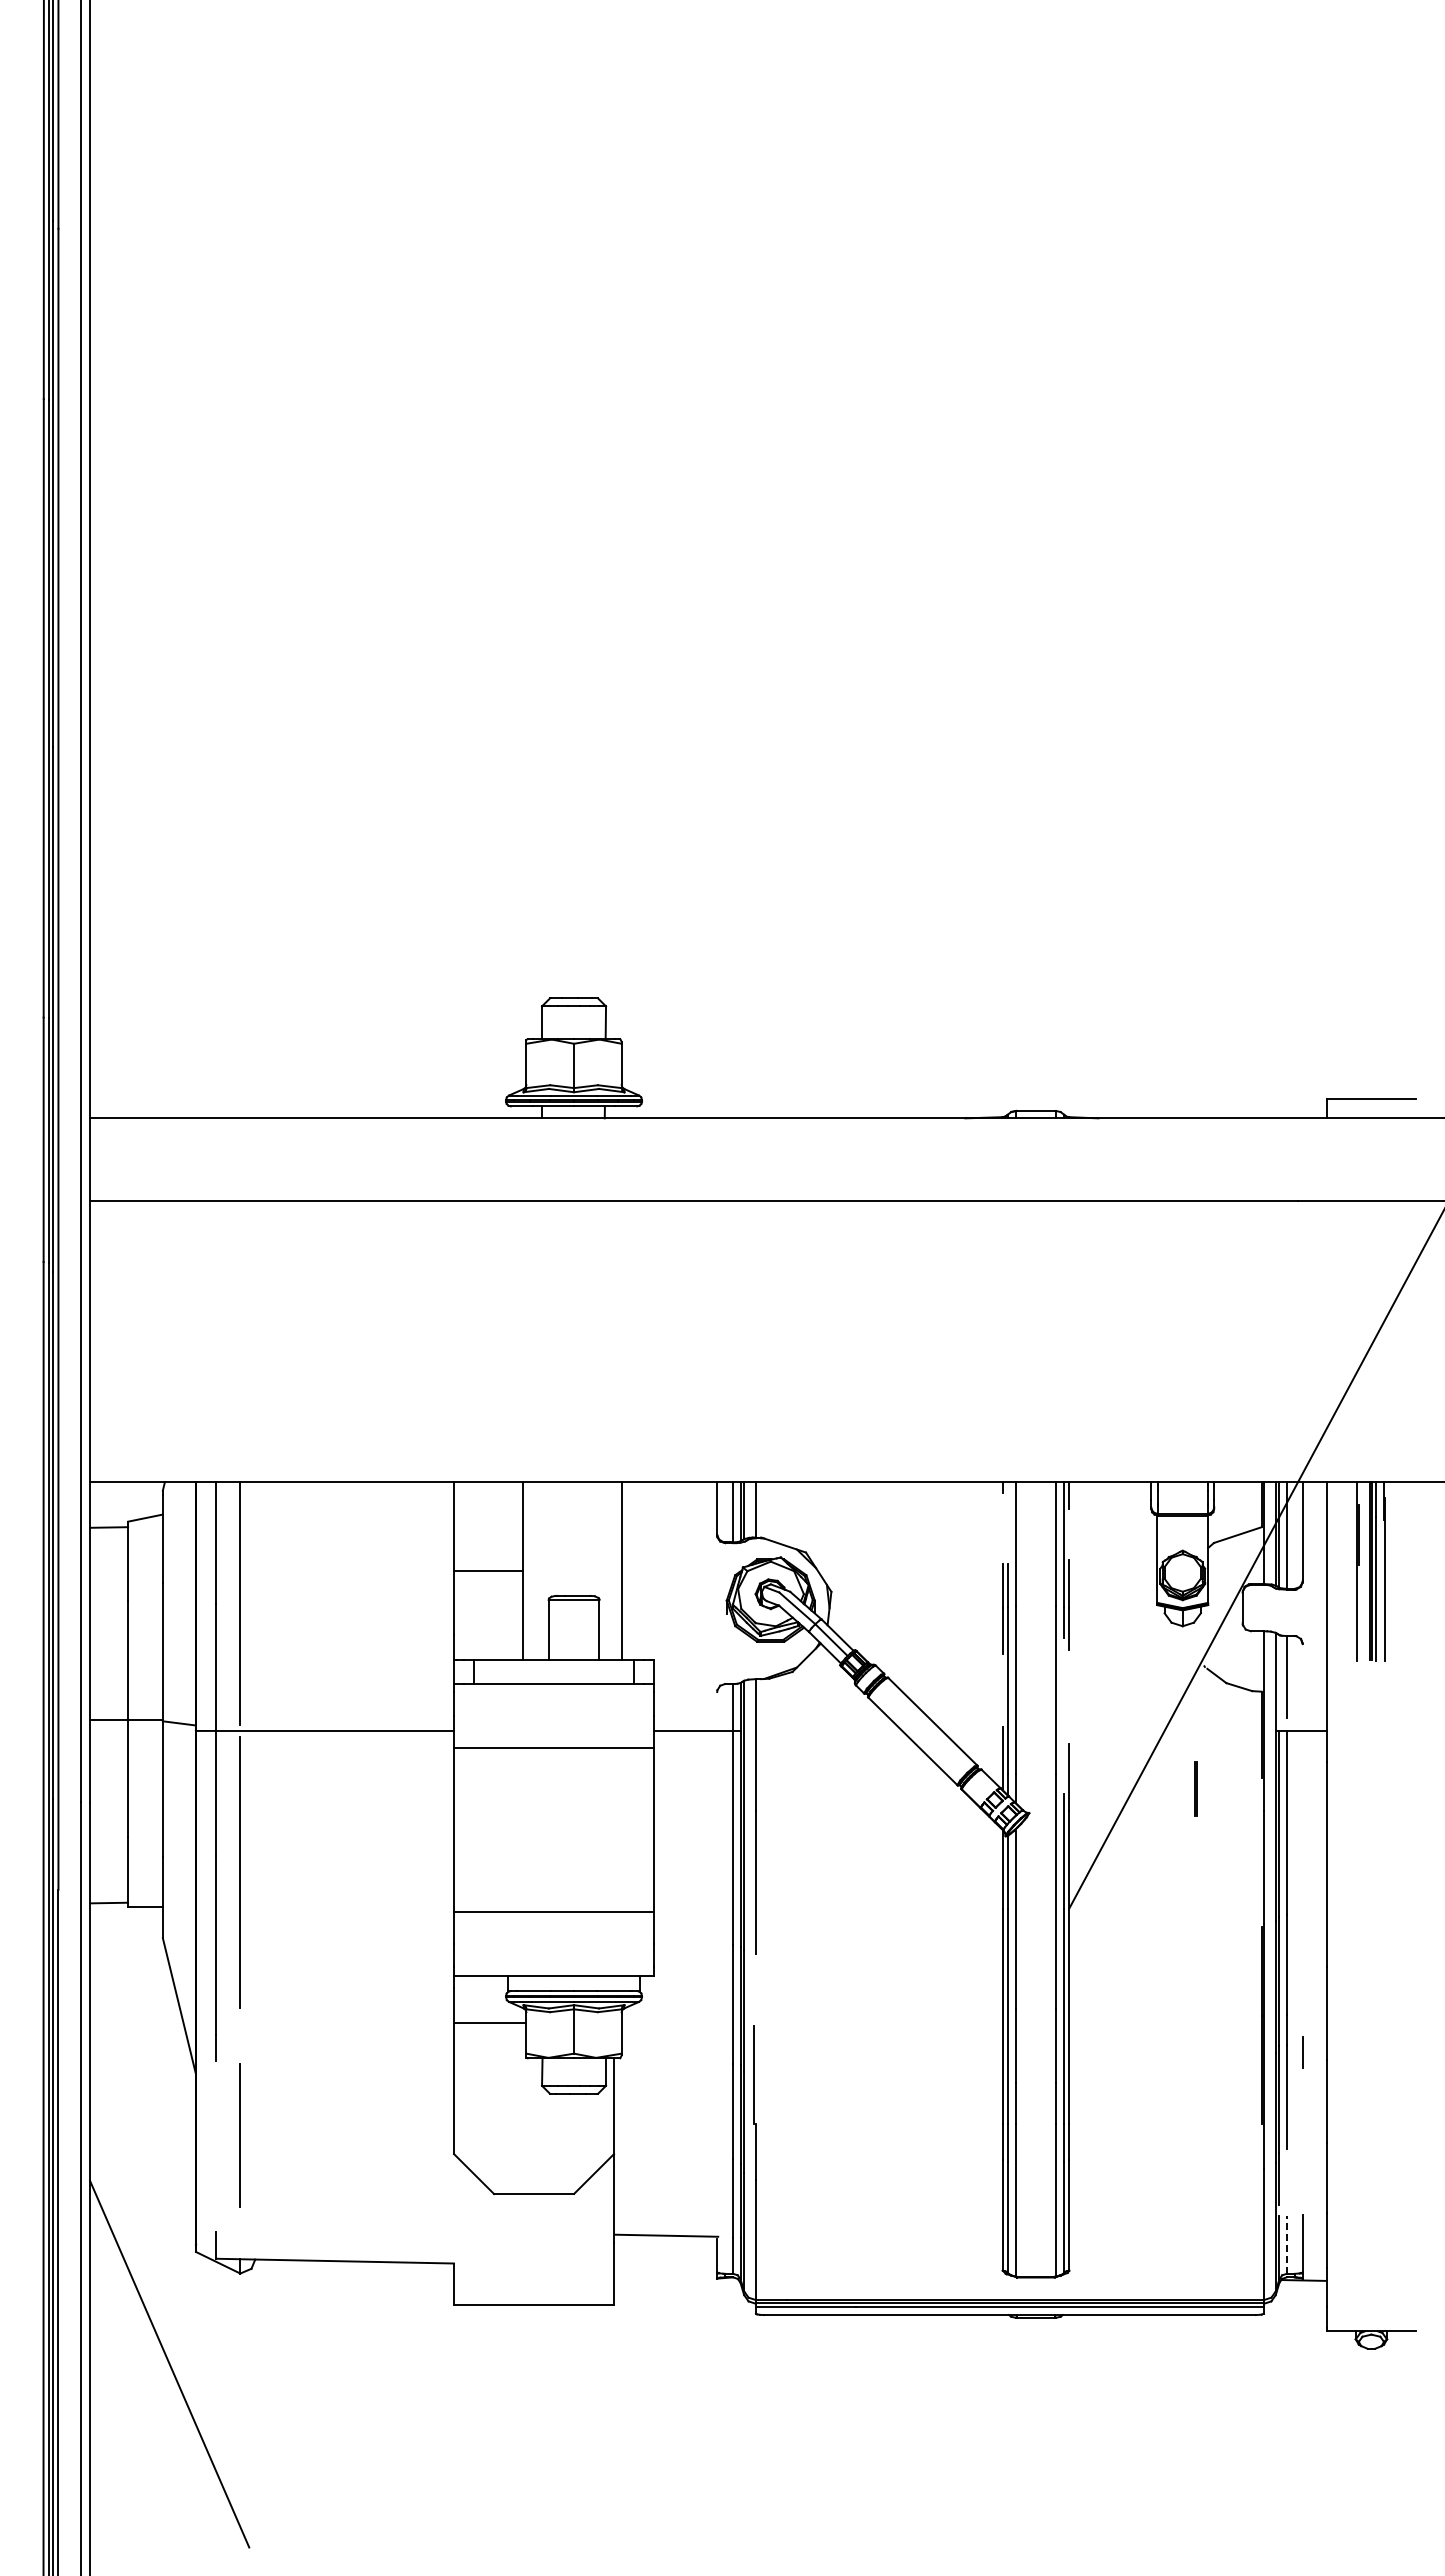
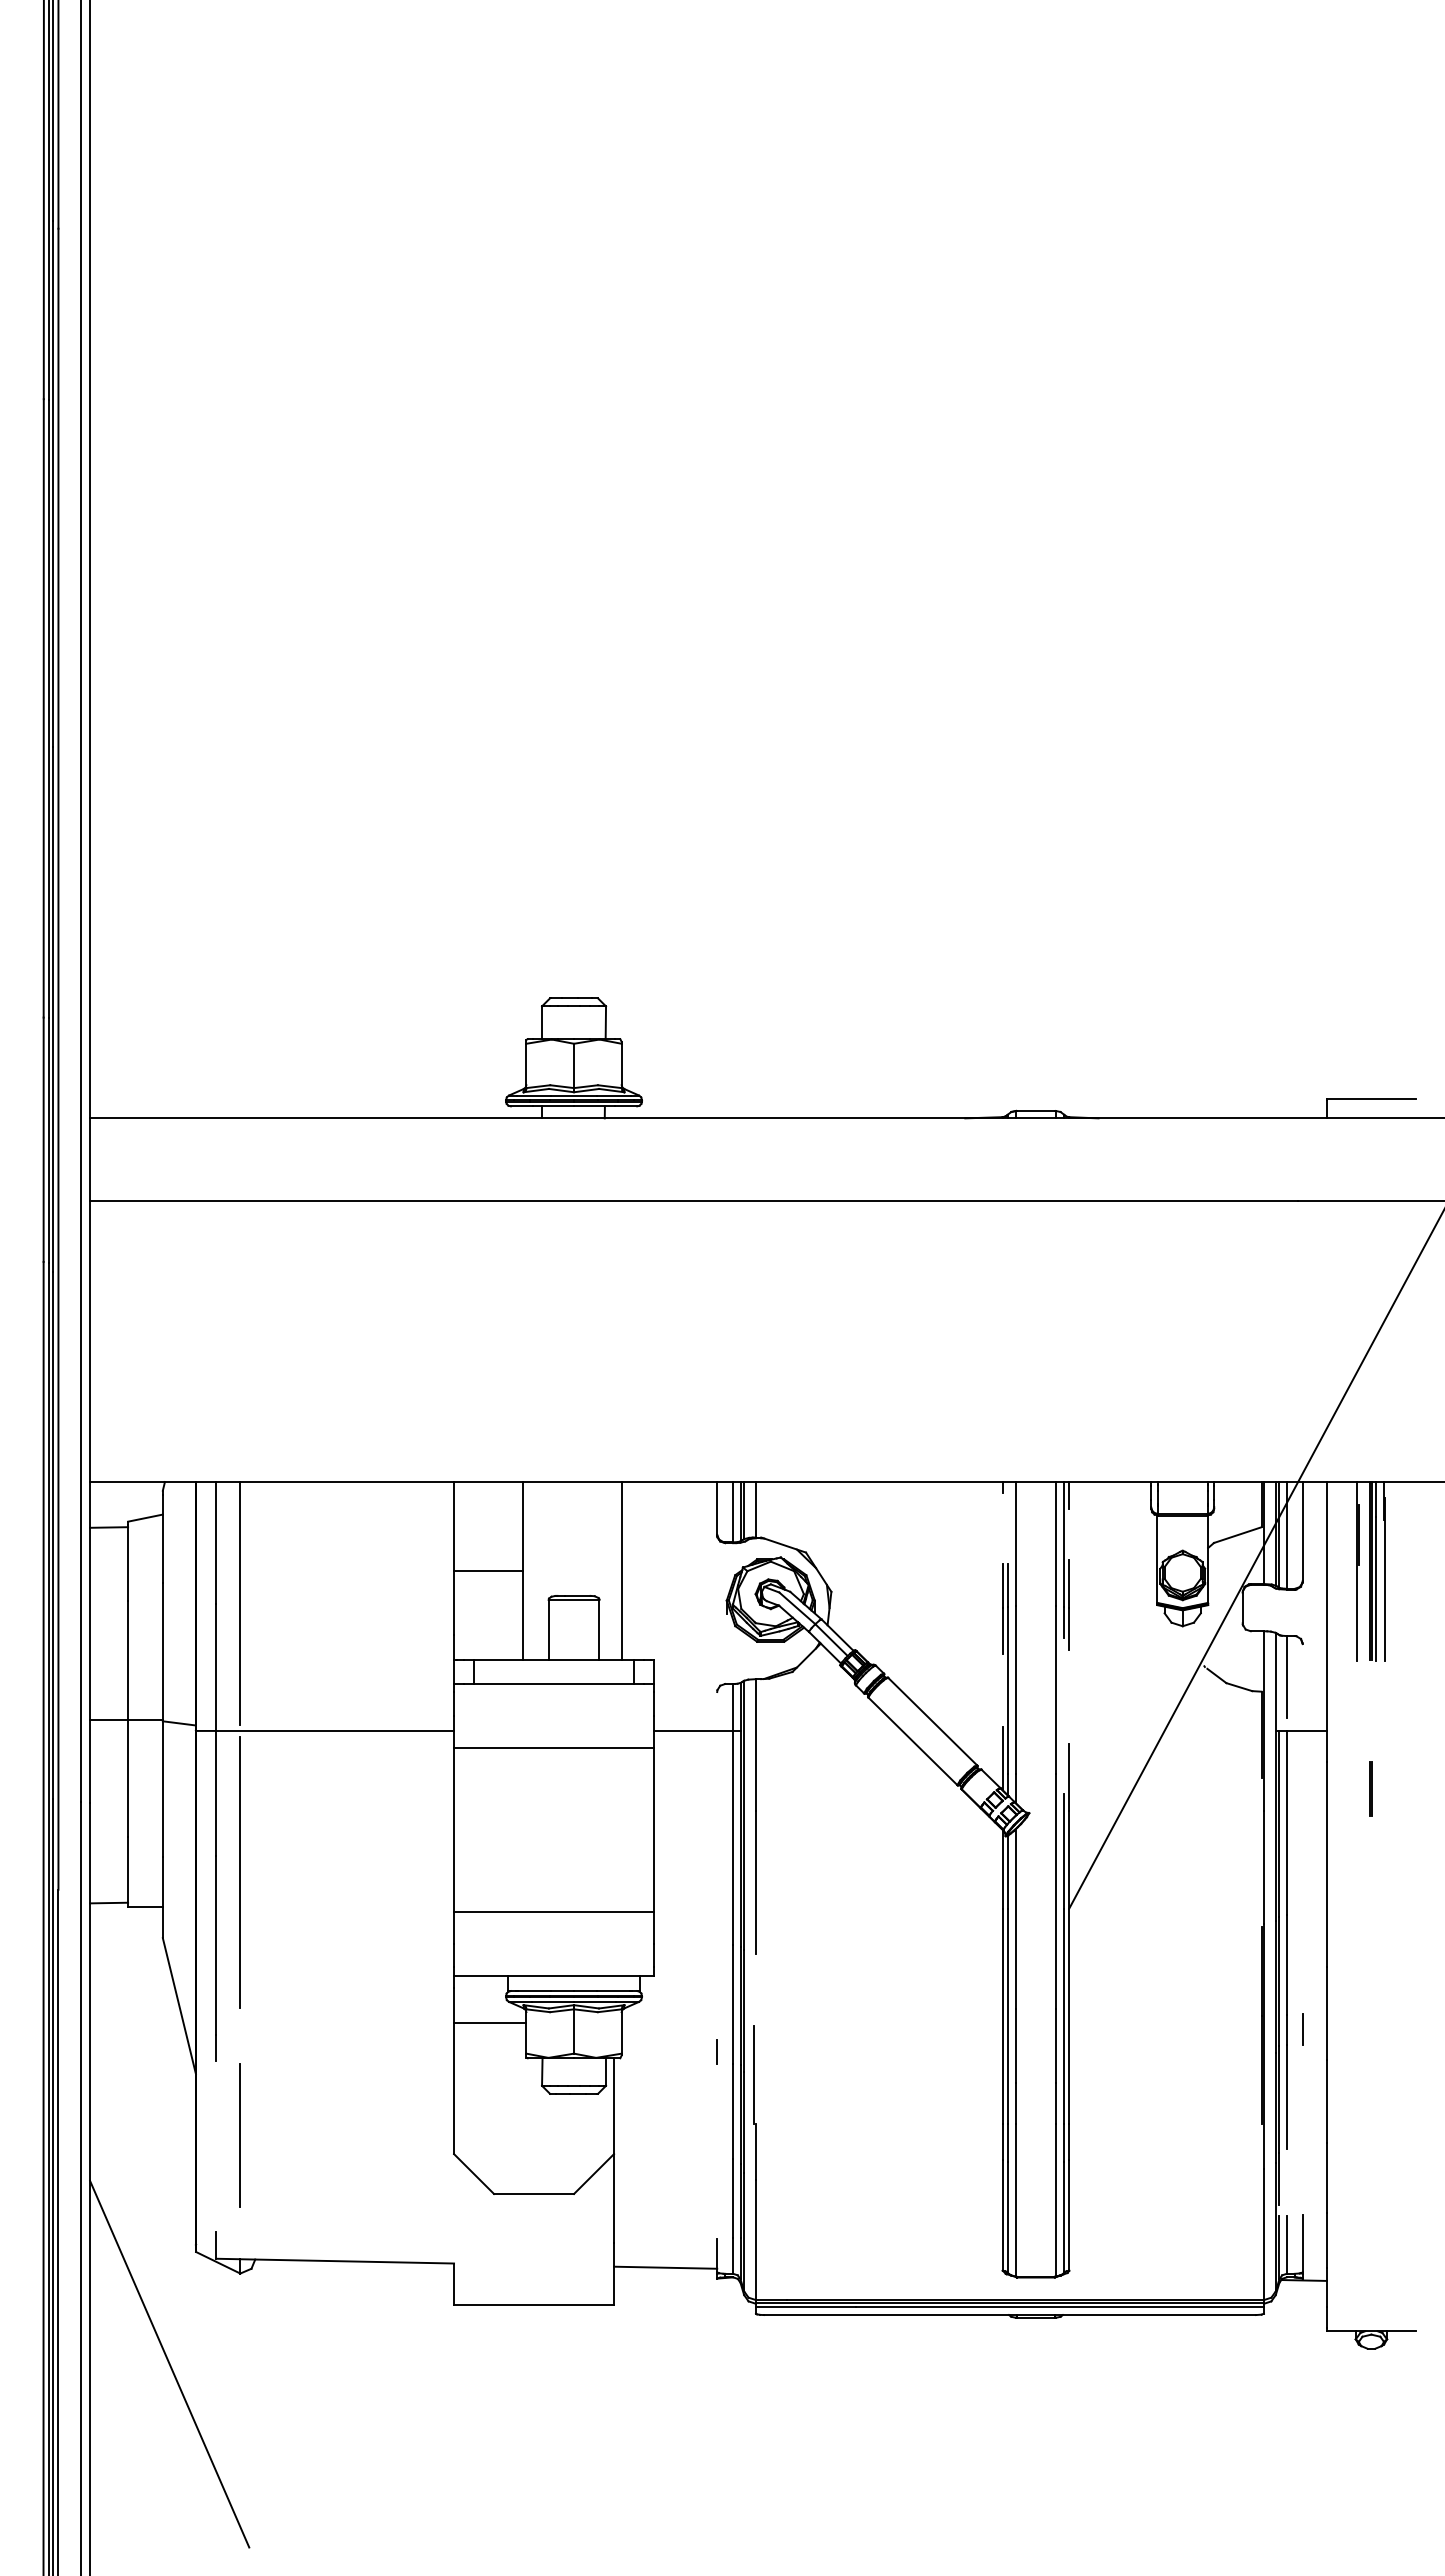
line at (1195, 1788) position: (1195, 1788) -> (1370, 1788)
line at (717, 2051): none -> present
line at (1302, 2052) position: (1302, 2052) -> (1302, 2029)
line at (666, 2235) position: (666, 2235) -> (665, 2267)
line at (1286, 2244): dashed -> solid
